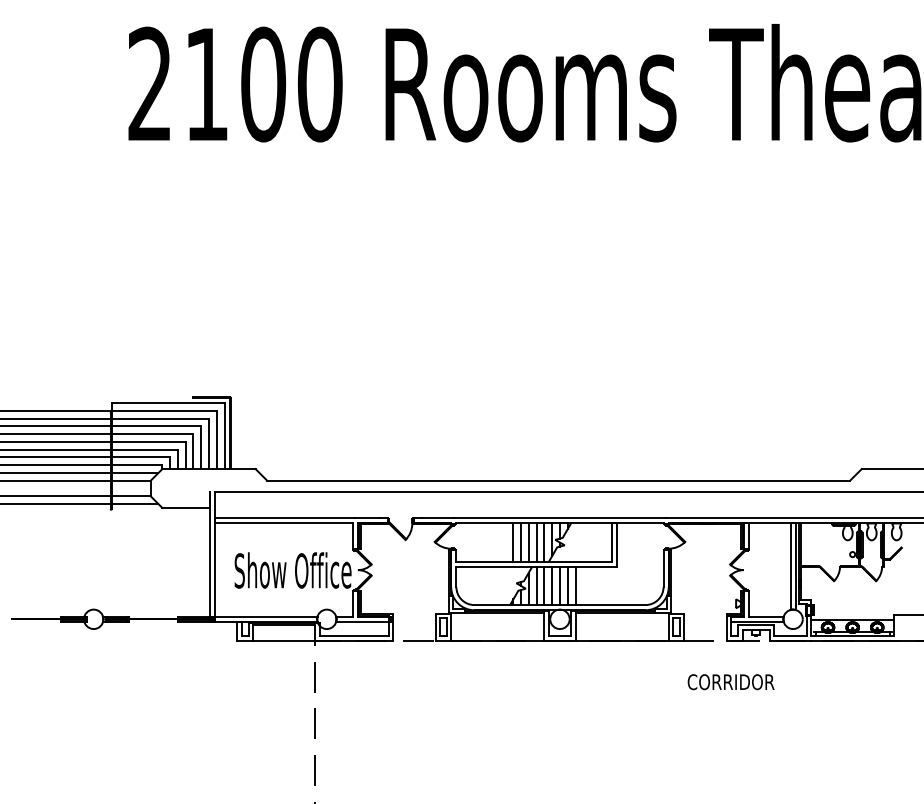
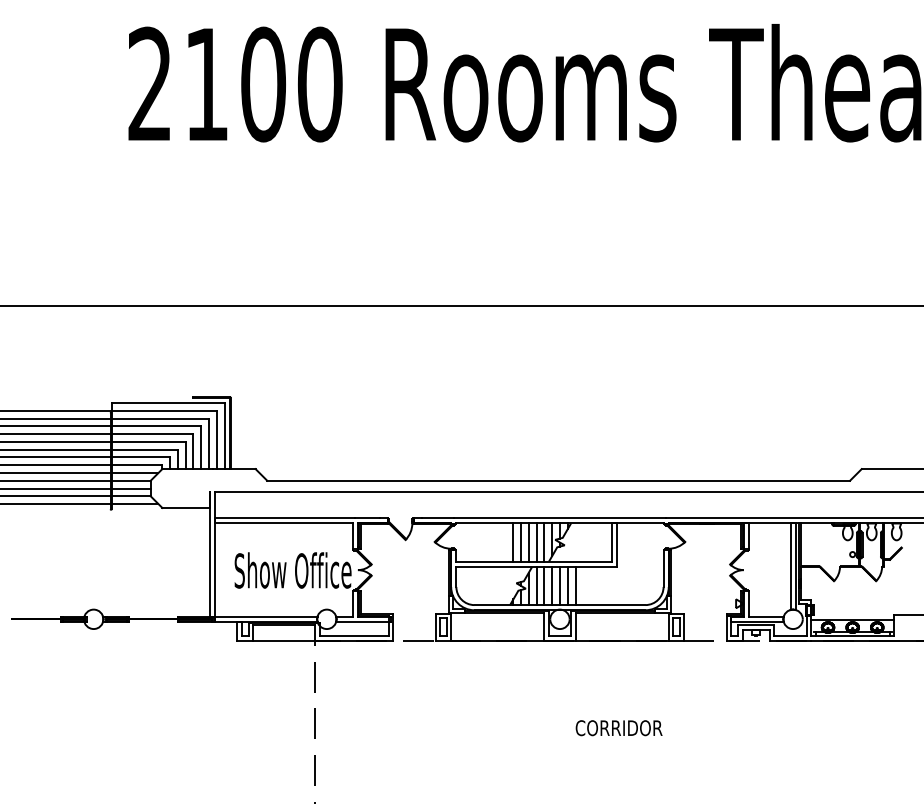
line at (461, 306): none -> present
line at (76, 488): none -> present
text at (730, 682) position: (730, 682) -> (618, 728)
